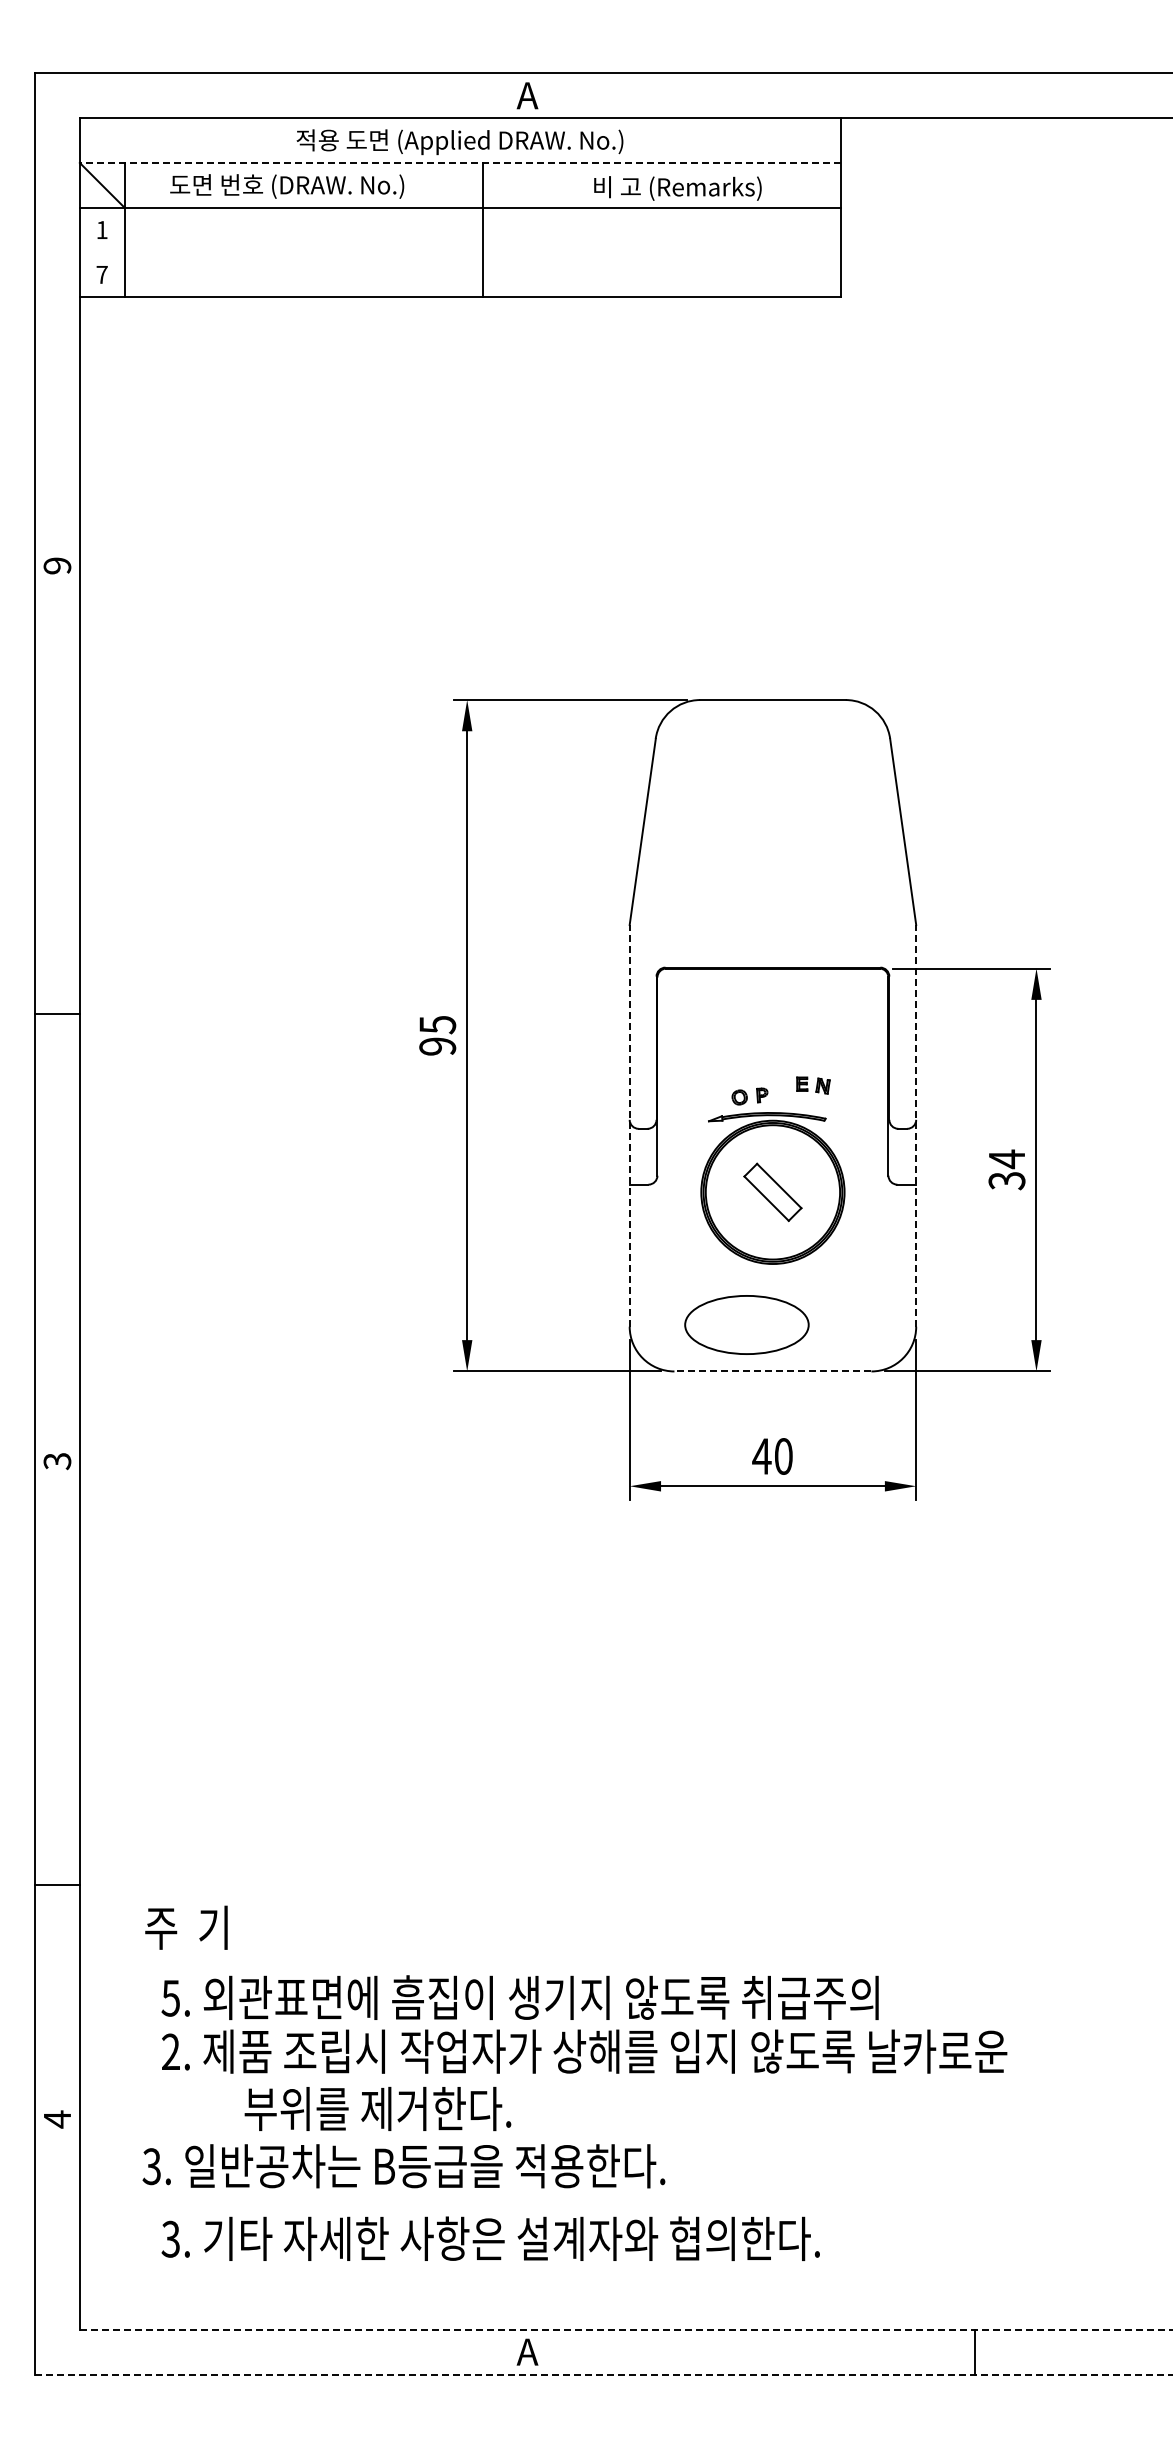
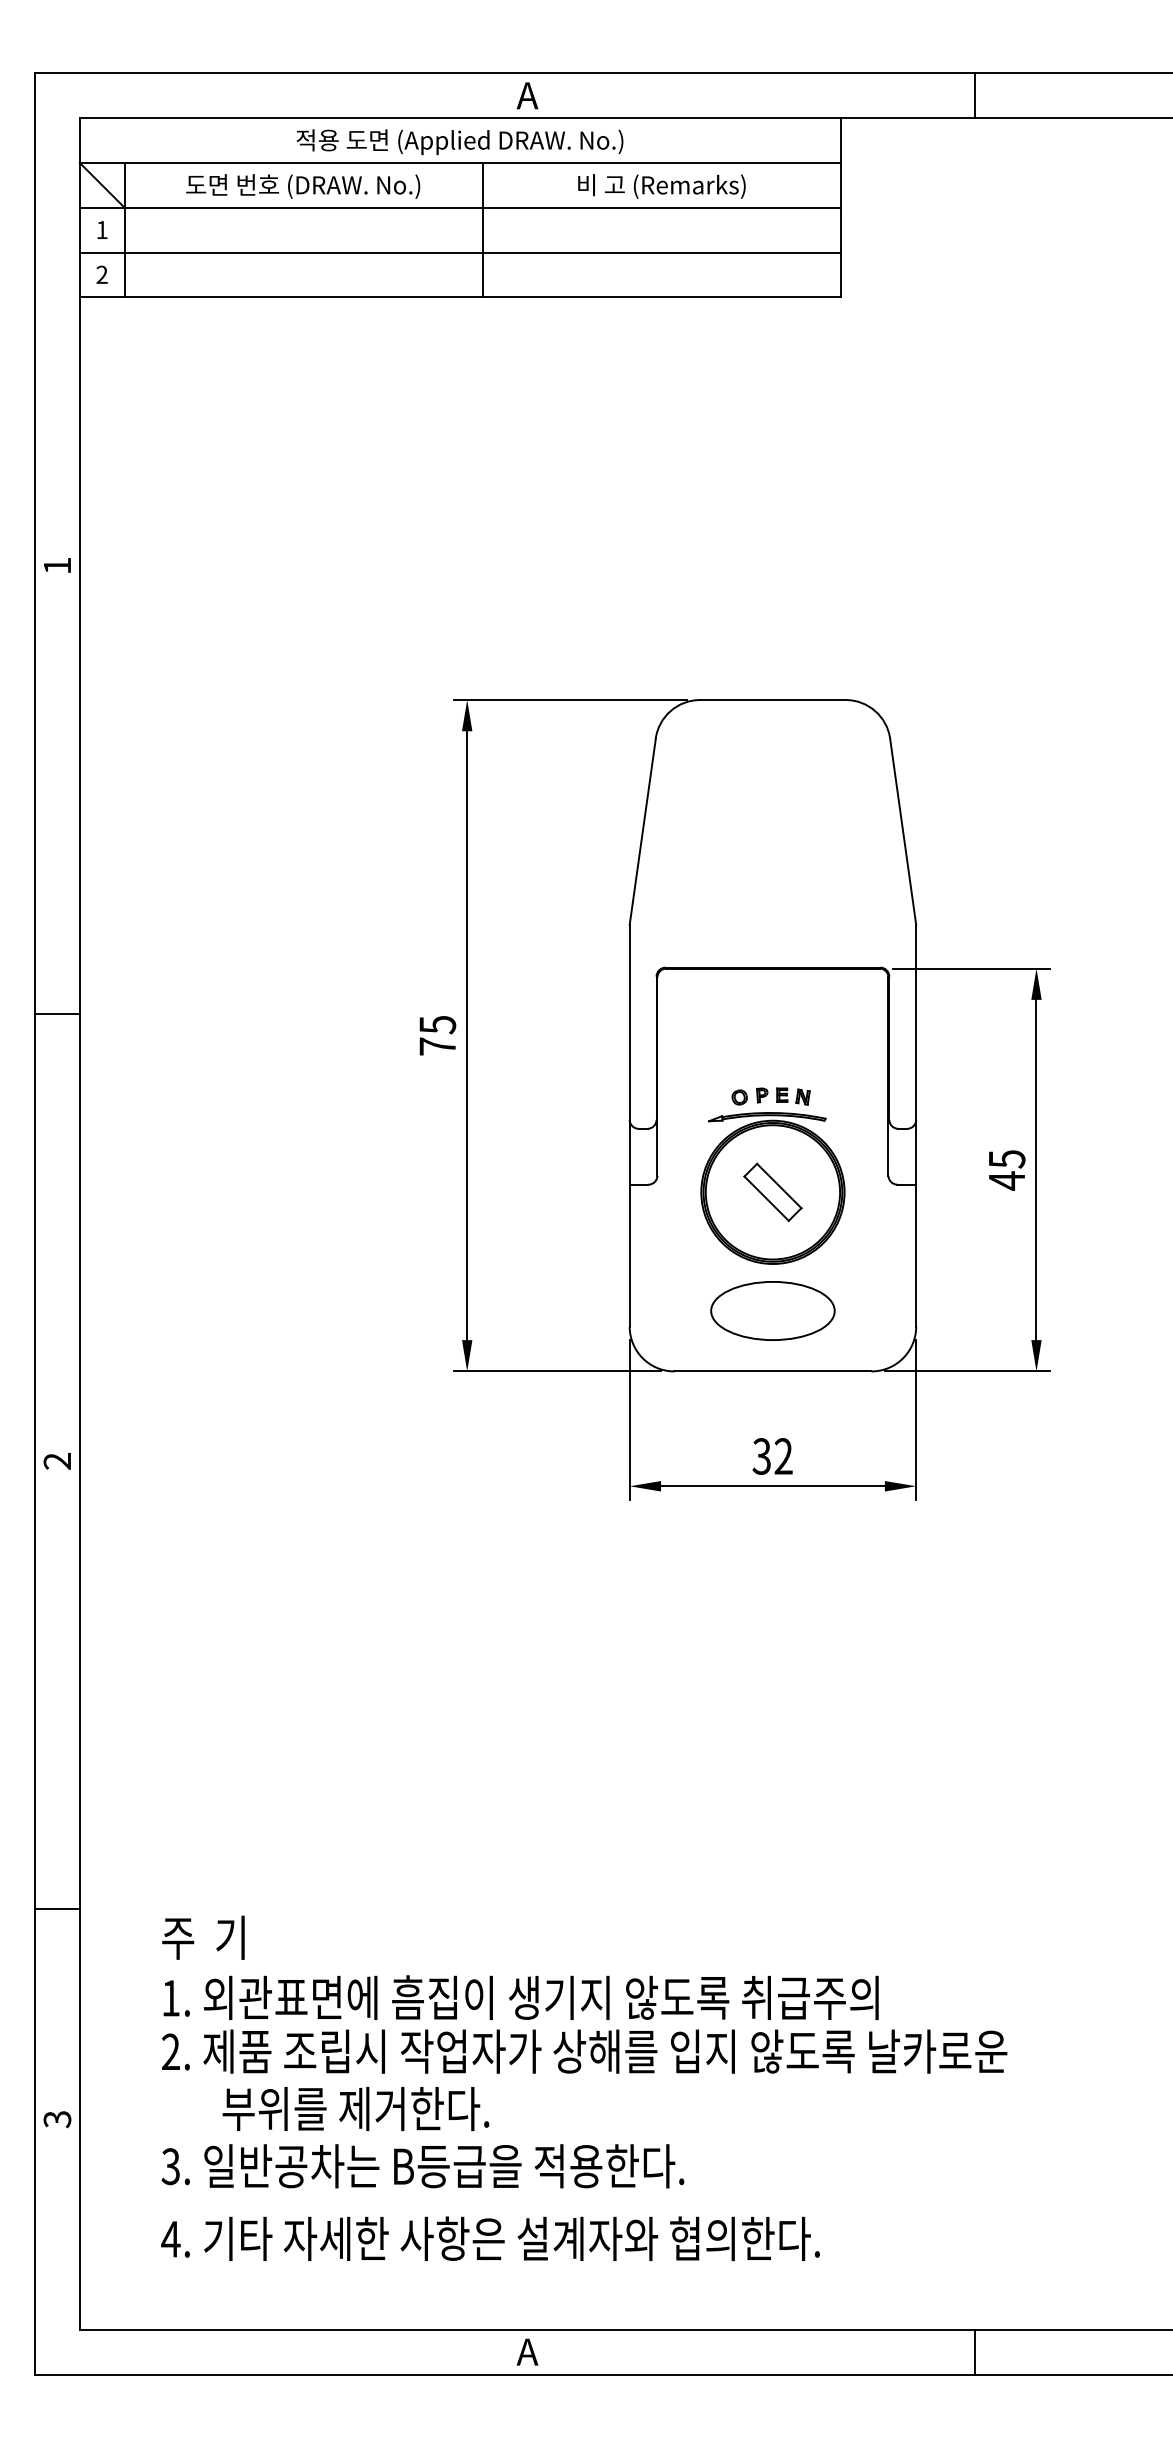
line at (975, 95): none -> present
line at (460, 162): dashed -> solid
text at (287, 186) position: (287, 186) -> (303, 186)
text at (677, 188) position: (677, 188) -> (661, 186)
line at (459, 252): none -> present
text at (101, 274): 7 -> 2
text at (57, 565): 9 -> 1
text at (437, 1046): 95 -> 75
part at (813, 1085) position: (813, 1085) -> (793, 1096)
line at (629, 1125): dashed -> solid
line at (916, 1125): dashed -> solid
text at (1006, 1169): 34 -> 45
part at (746, 1324) position: (746, 1324) -> (772, 1310)
line at (772, 1371): dashed -> solid
text at (772, 1456): 40 -> 32
text at (57, 1461): 3 -> 2
line at (57, 1884) position: (57, 1884) -> (57, 1908)
text at (186, 1927) position: (186, 1927) -> (203, 1937)
text at (170, 1998): 5. -> 1.
text at (377, 2108) position: (377, 2108) -> (355, 2108)
text at (57, 2119): 4 -> 3
text at (403, 2166) position: (403, 2166) -> (422, 2166)
text at (170, 2238): 3. -> 4.
line at (626, 2329): dashed -> solid
line at (603, 2374): dashed -> solid
